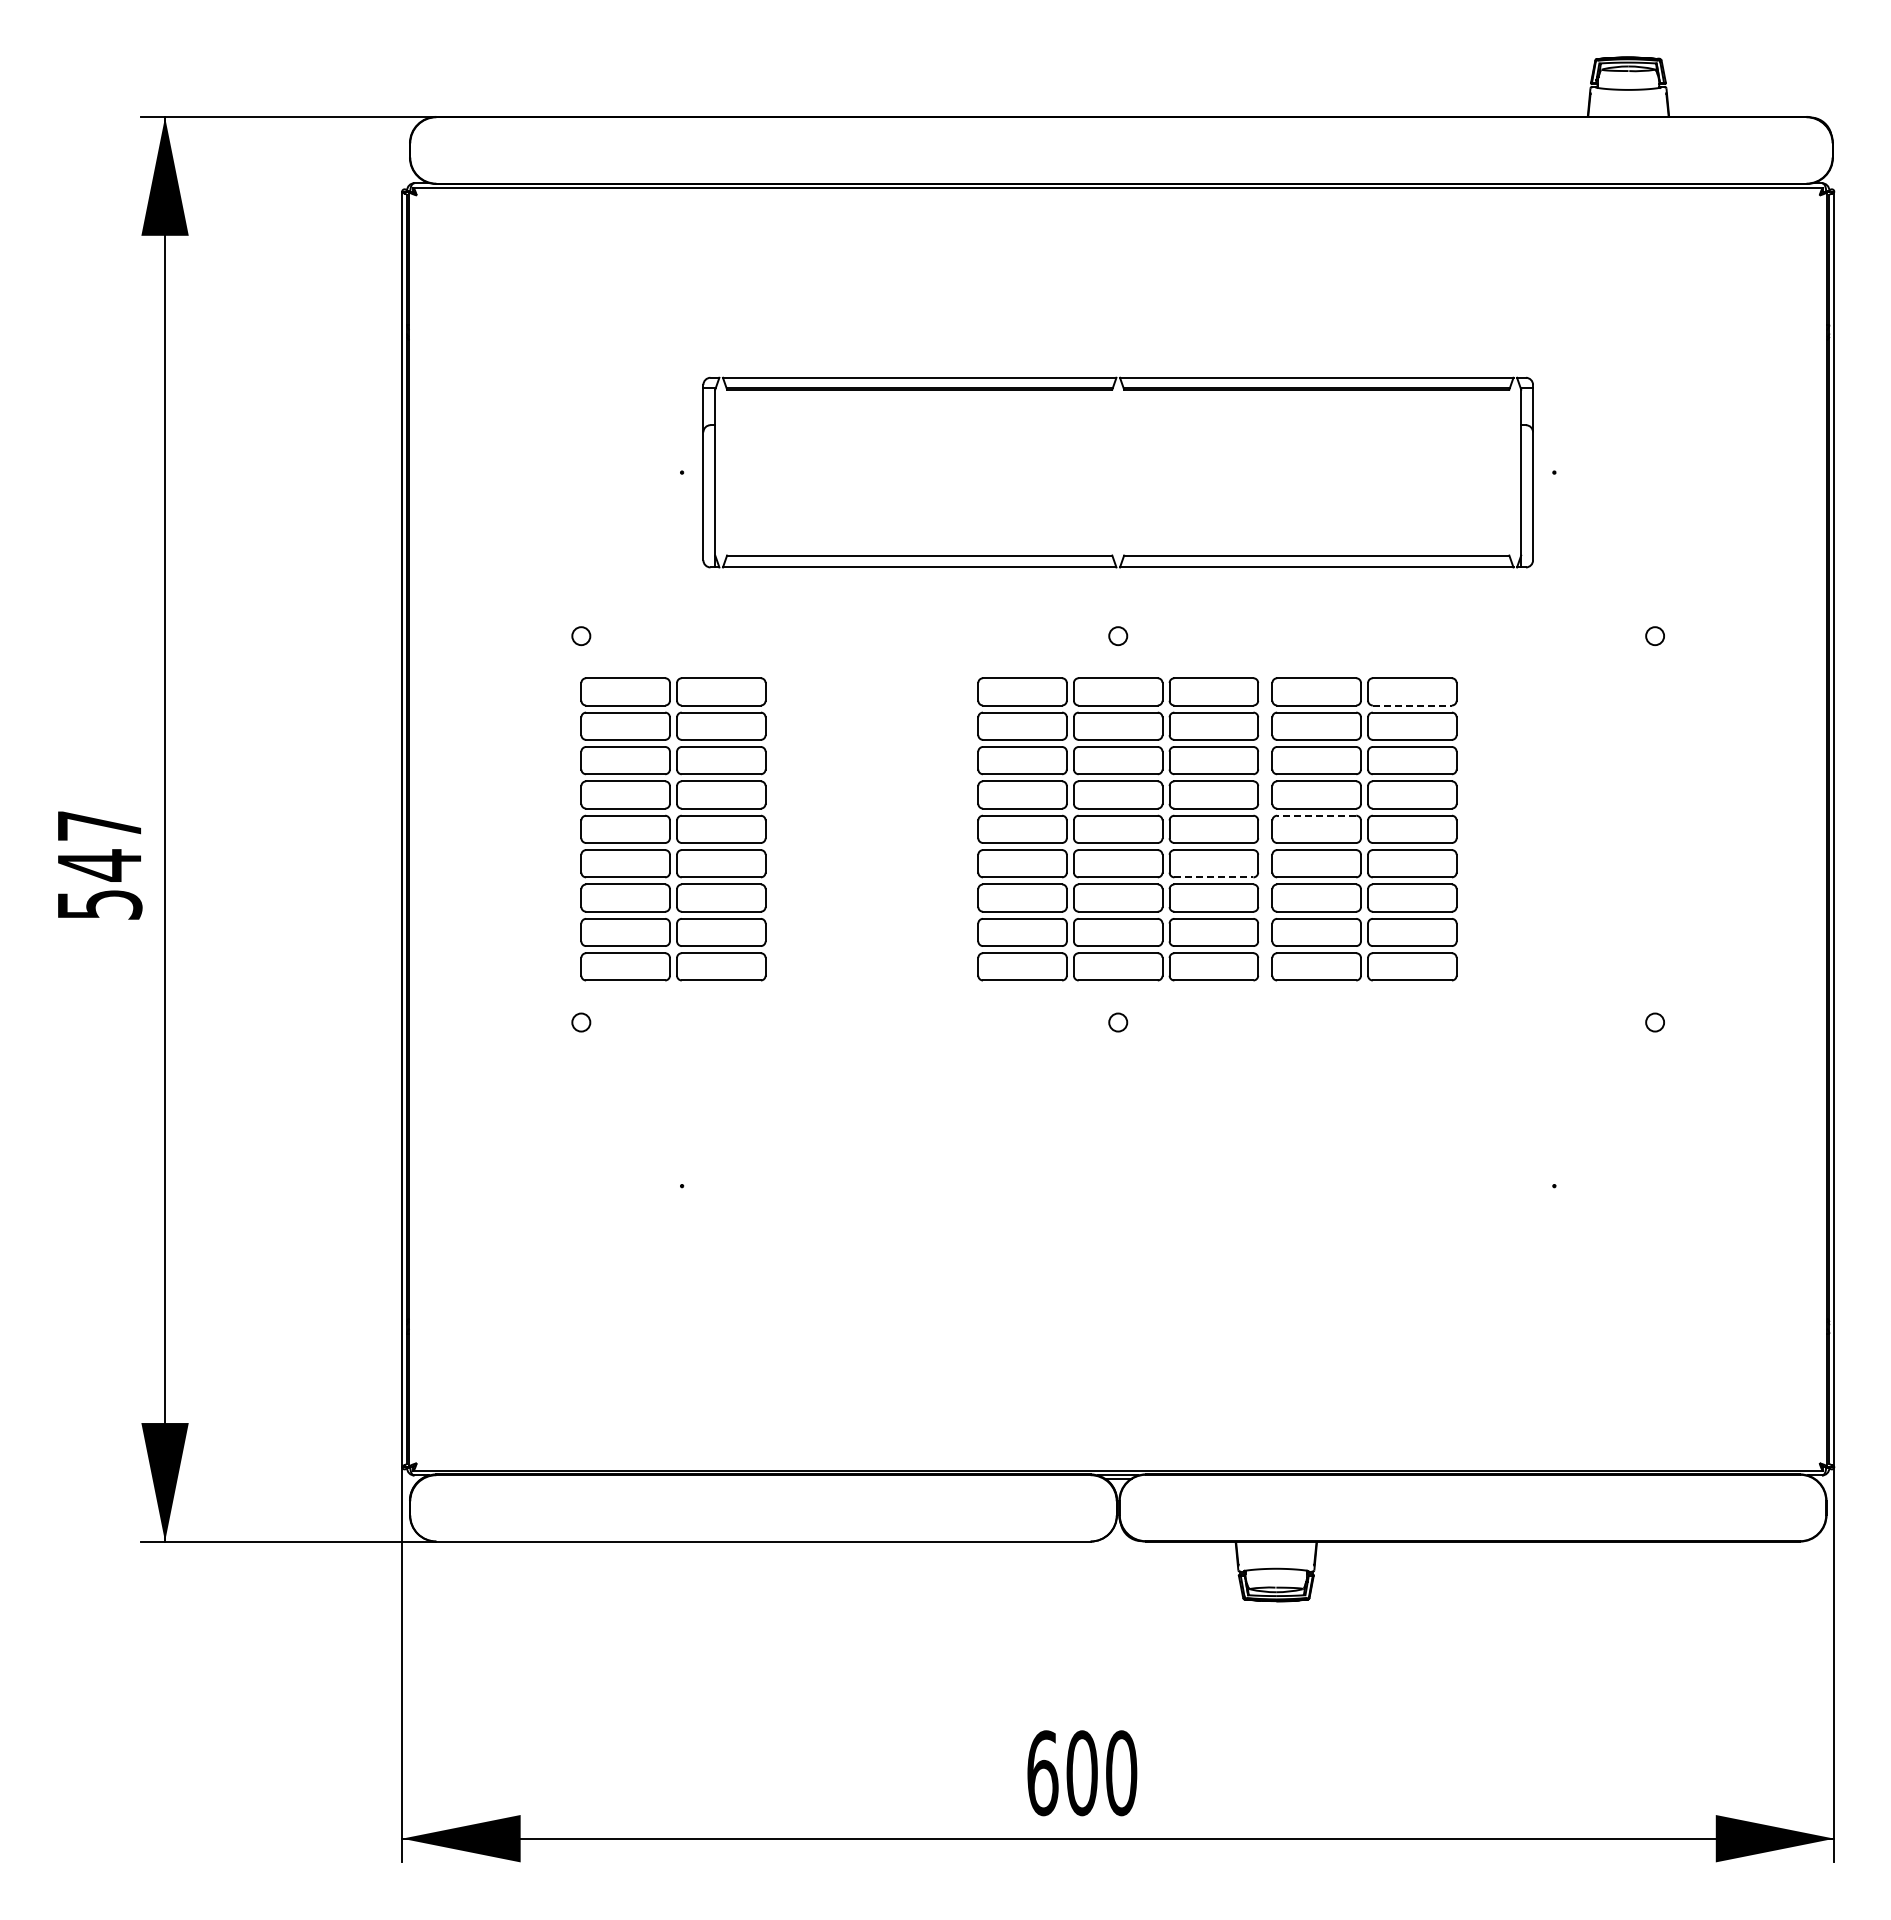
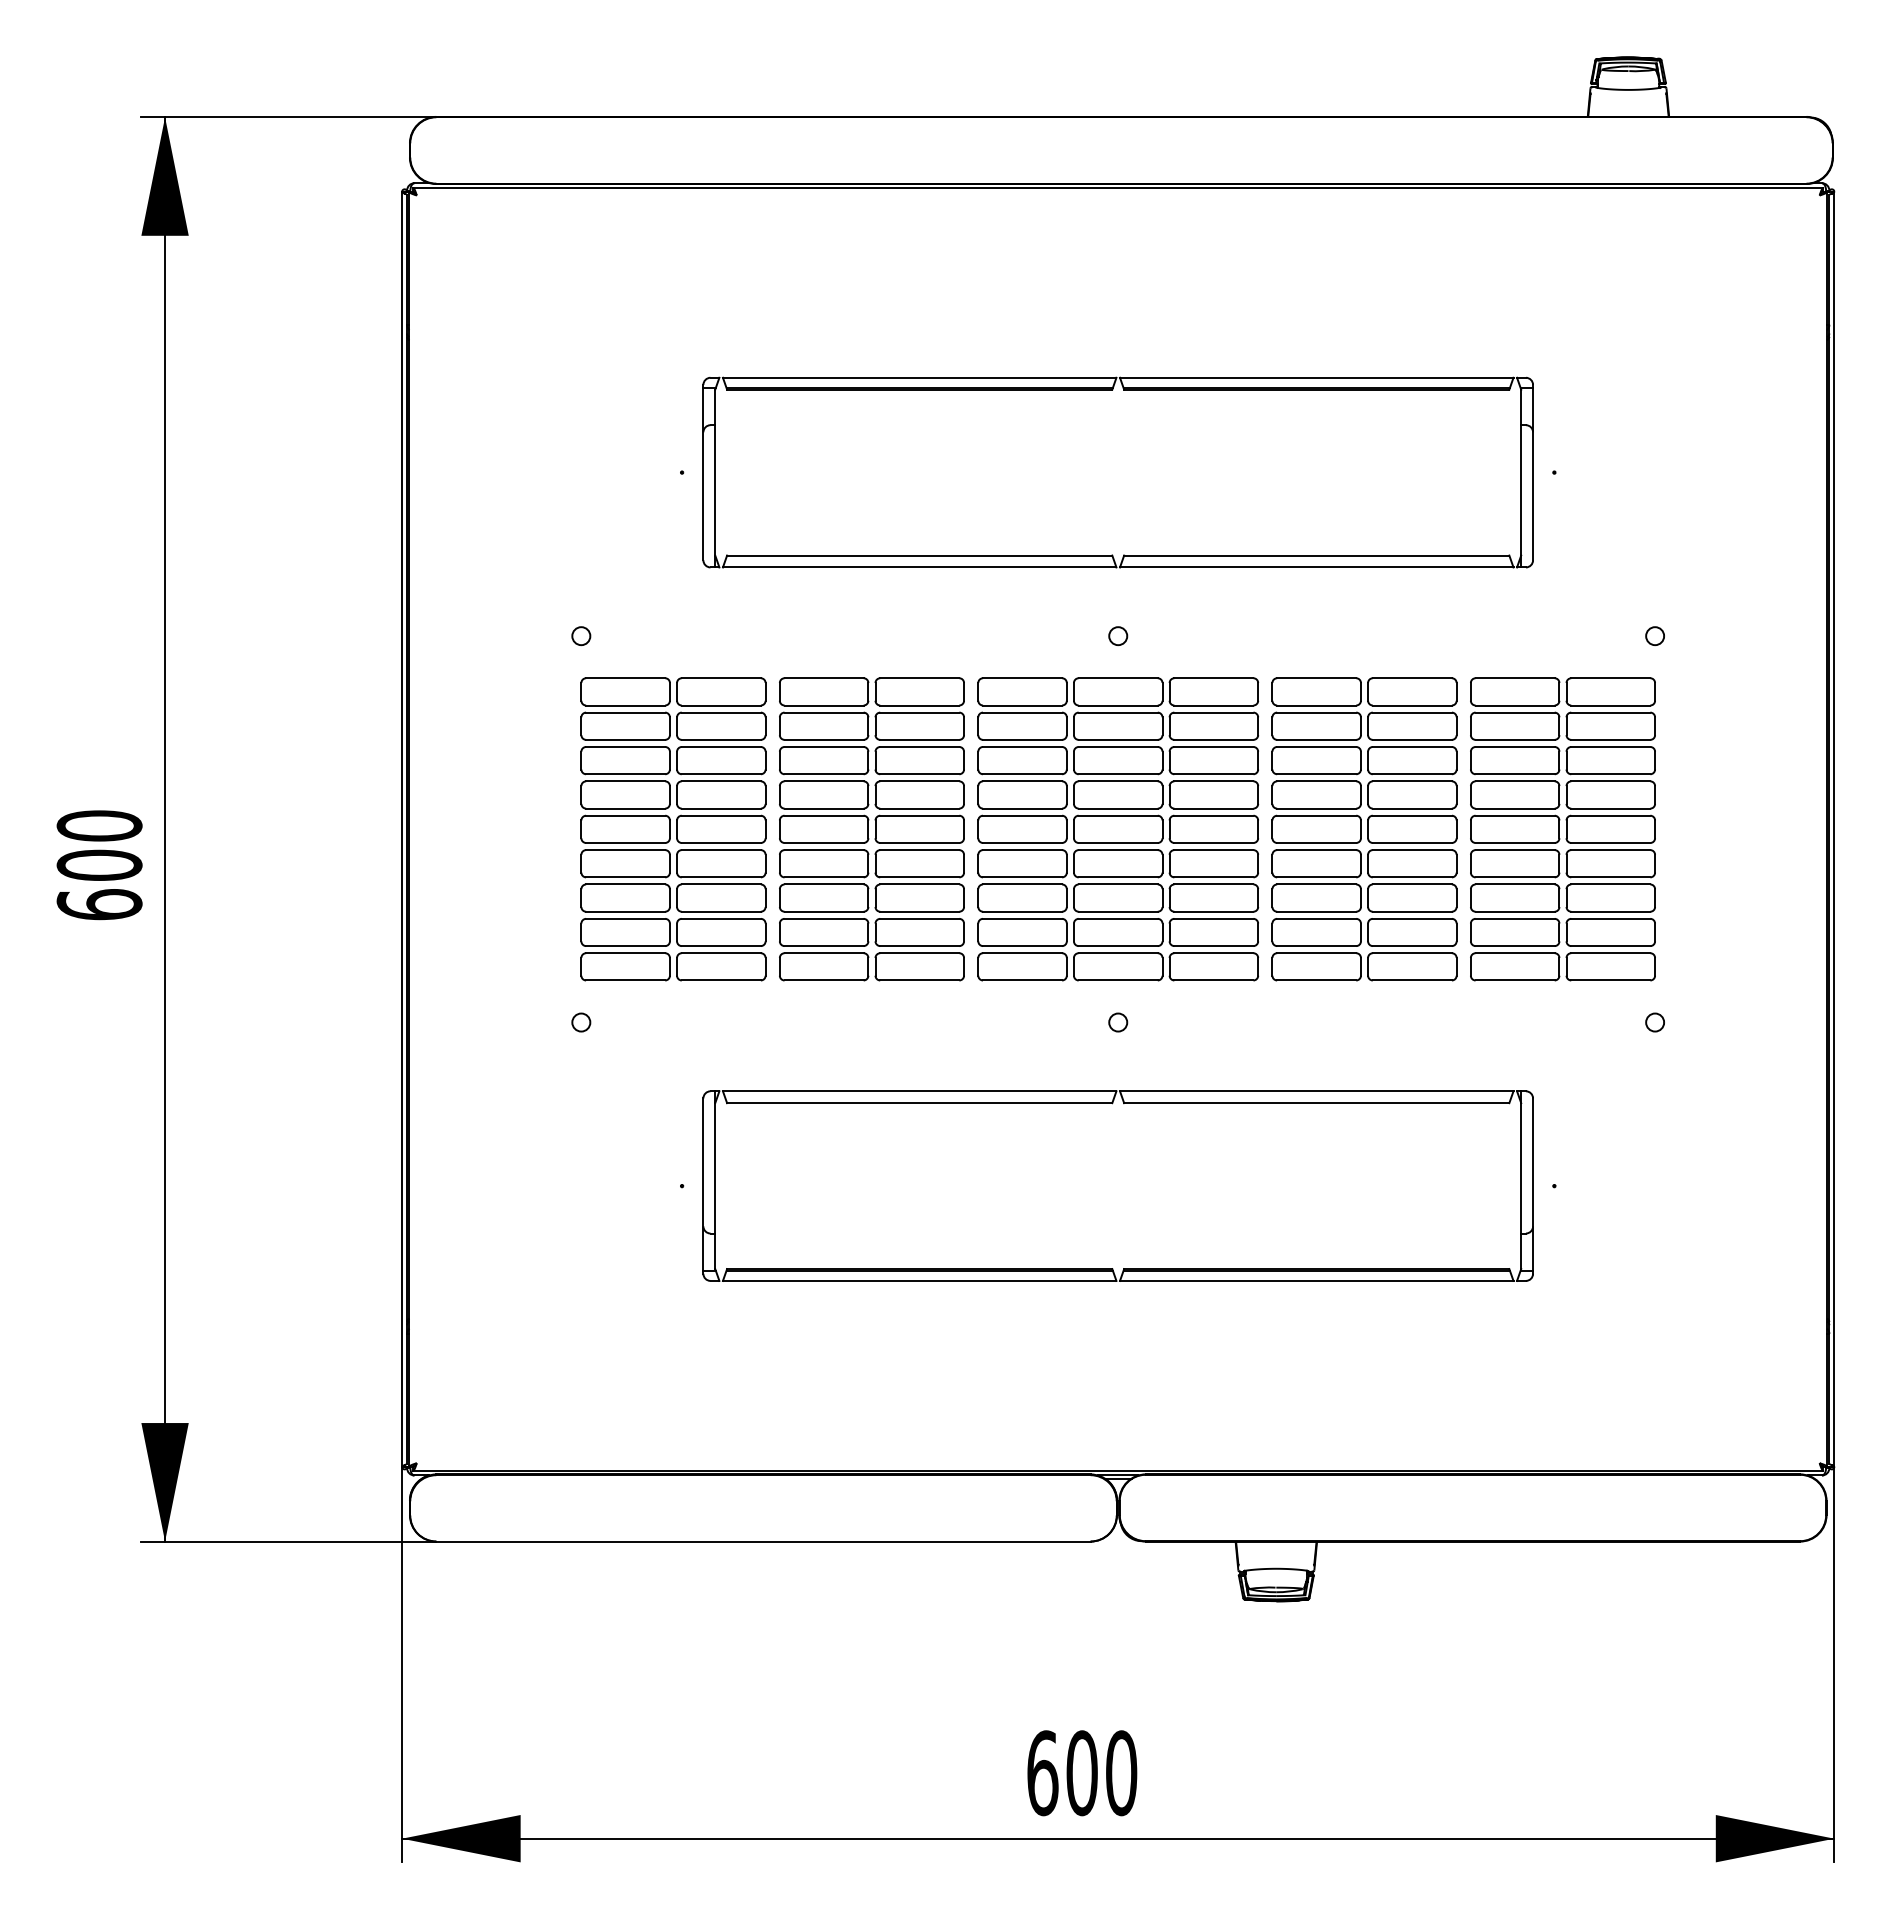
line at (1412, 705): dashed -> solid
line at (1316, 815): dashed -> solid
part at (871, 829): none -> present
part at (1562, 829): none -> present
text at (99, 865): 547 -> 600
line at (1213, 877): dashed -> solid
part at (1112, 1104): none -> present
